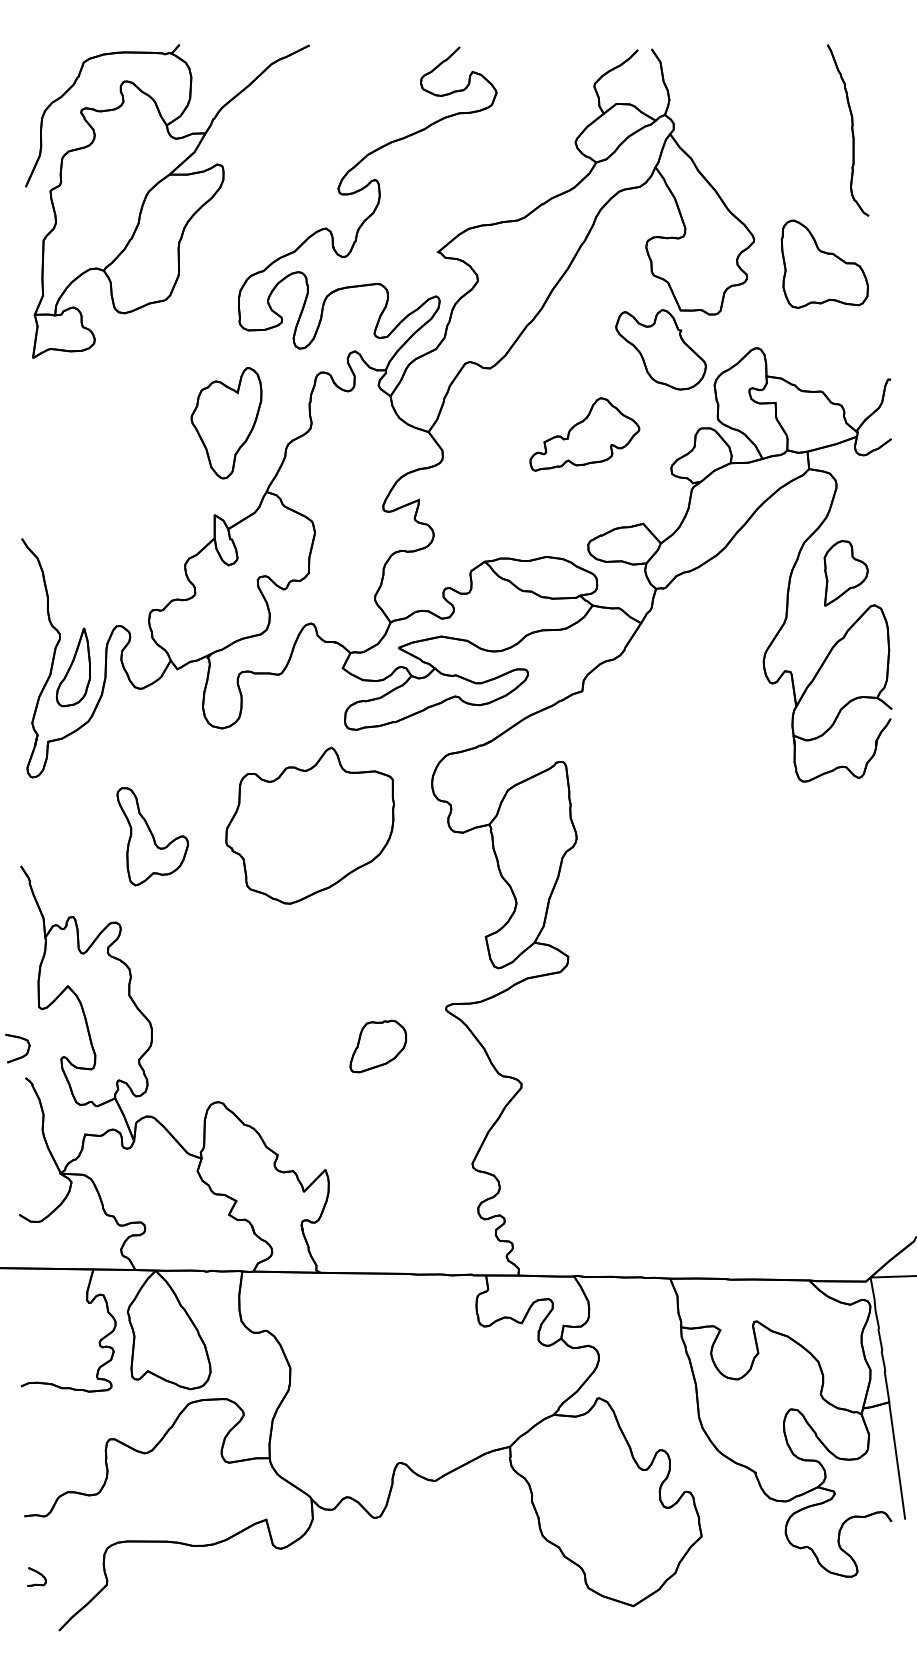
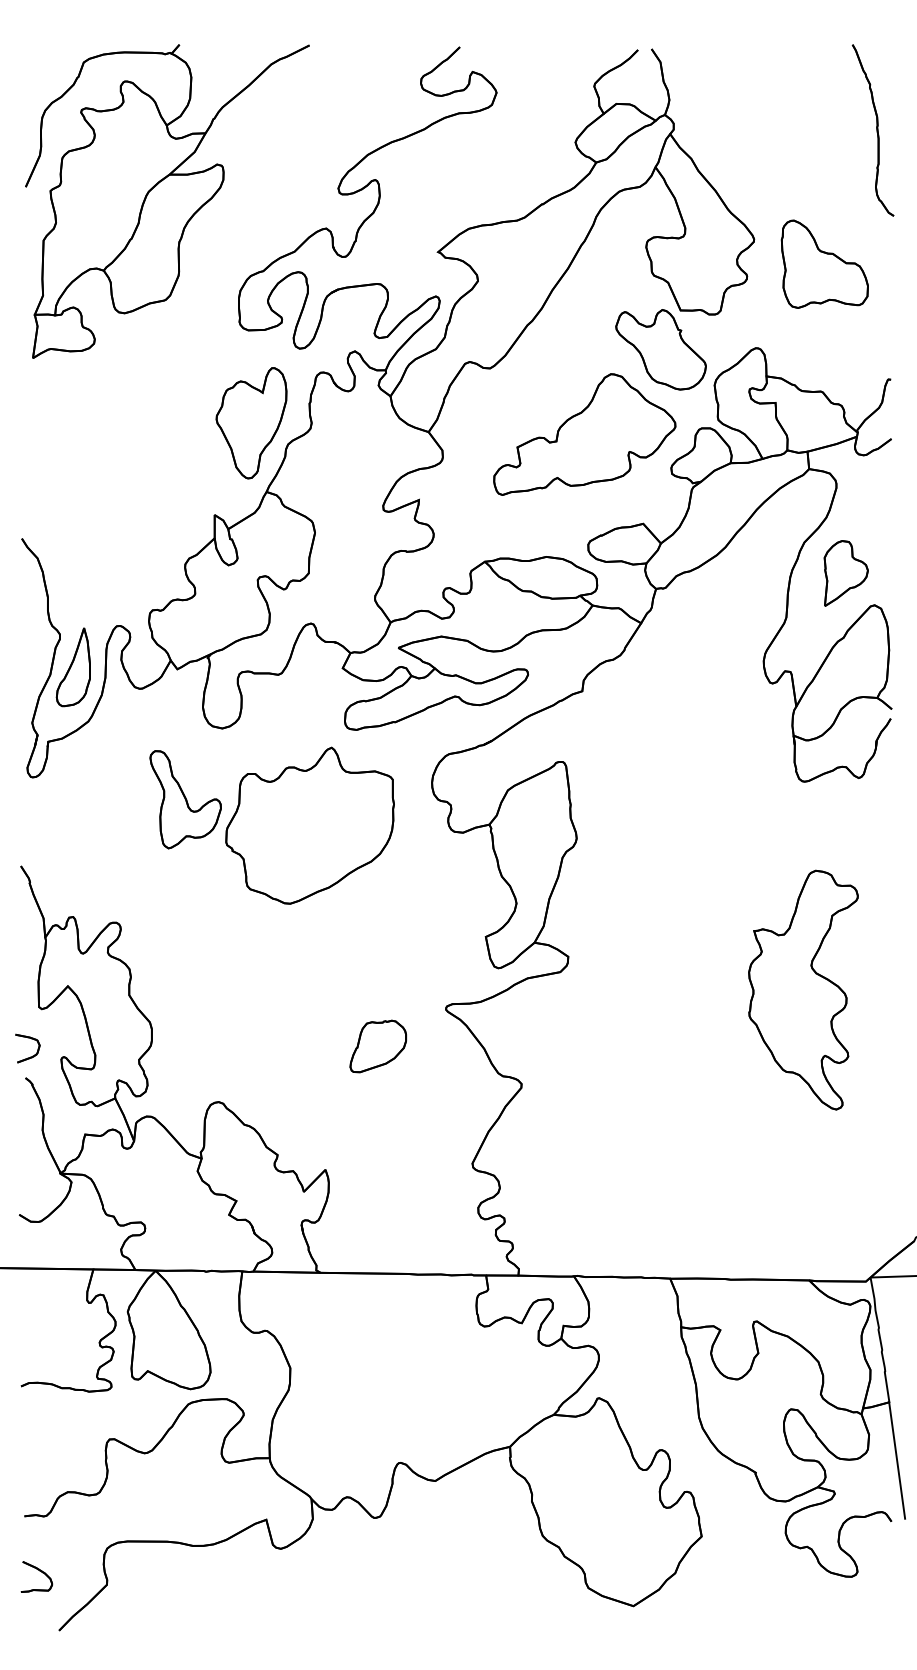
part at (847, 130) position: (847, 130) -> (872, 130)
part at (226, 423) position: (226, 423) -> (251, 423)
part at (584, 434) size: 112x75 px -> 184x123 px
part at (152, 836) position: (152, 836) -> (185, 799)
part at (803, 989): none -> present
part at (20, 1056) position: (20, 1056) -> (30, 1056)
part at (36, 1576) size: 20x20 px -> 34x32 px
